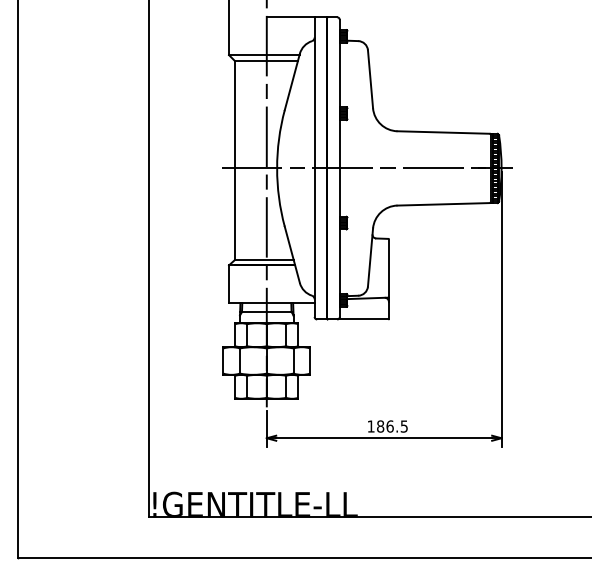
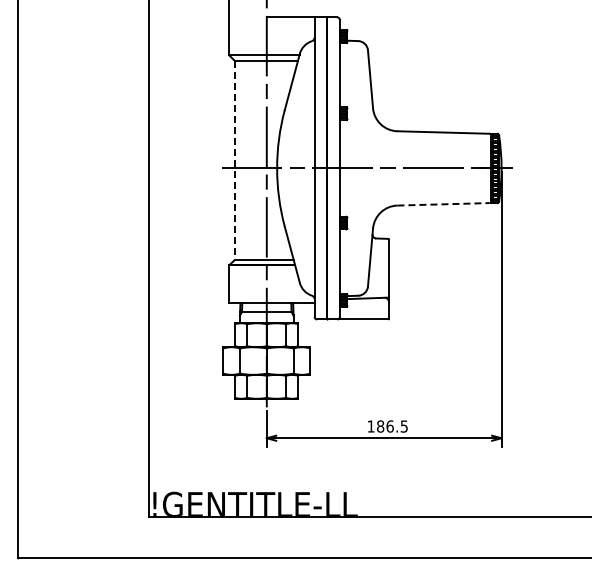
line at (234, 160): solid -> dashed
line at (444, 204): solid -> dashed
